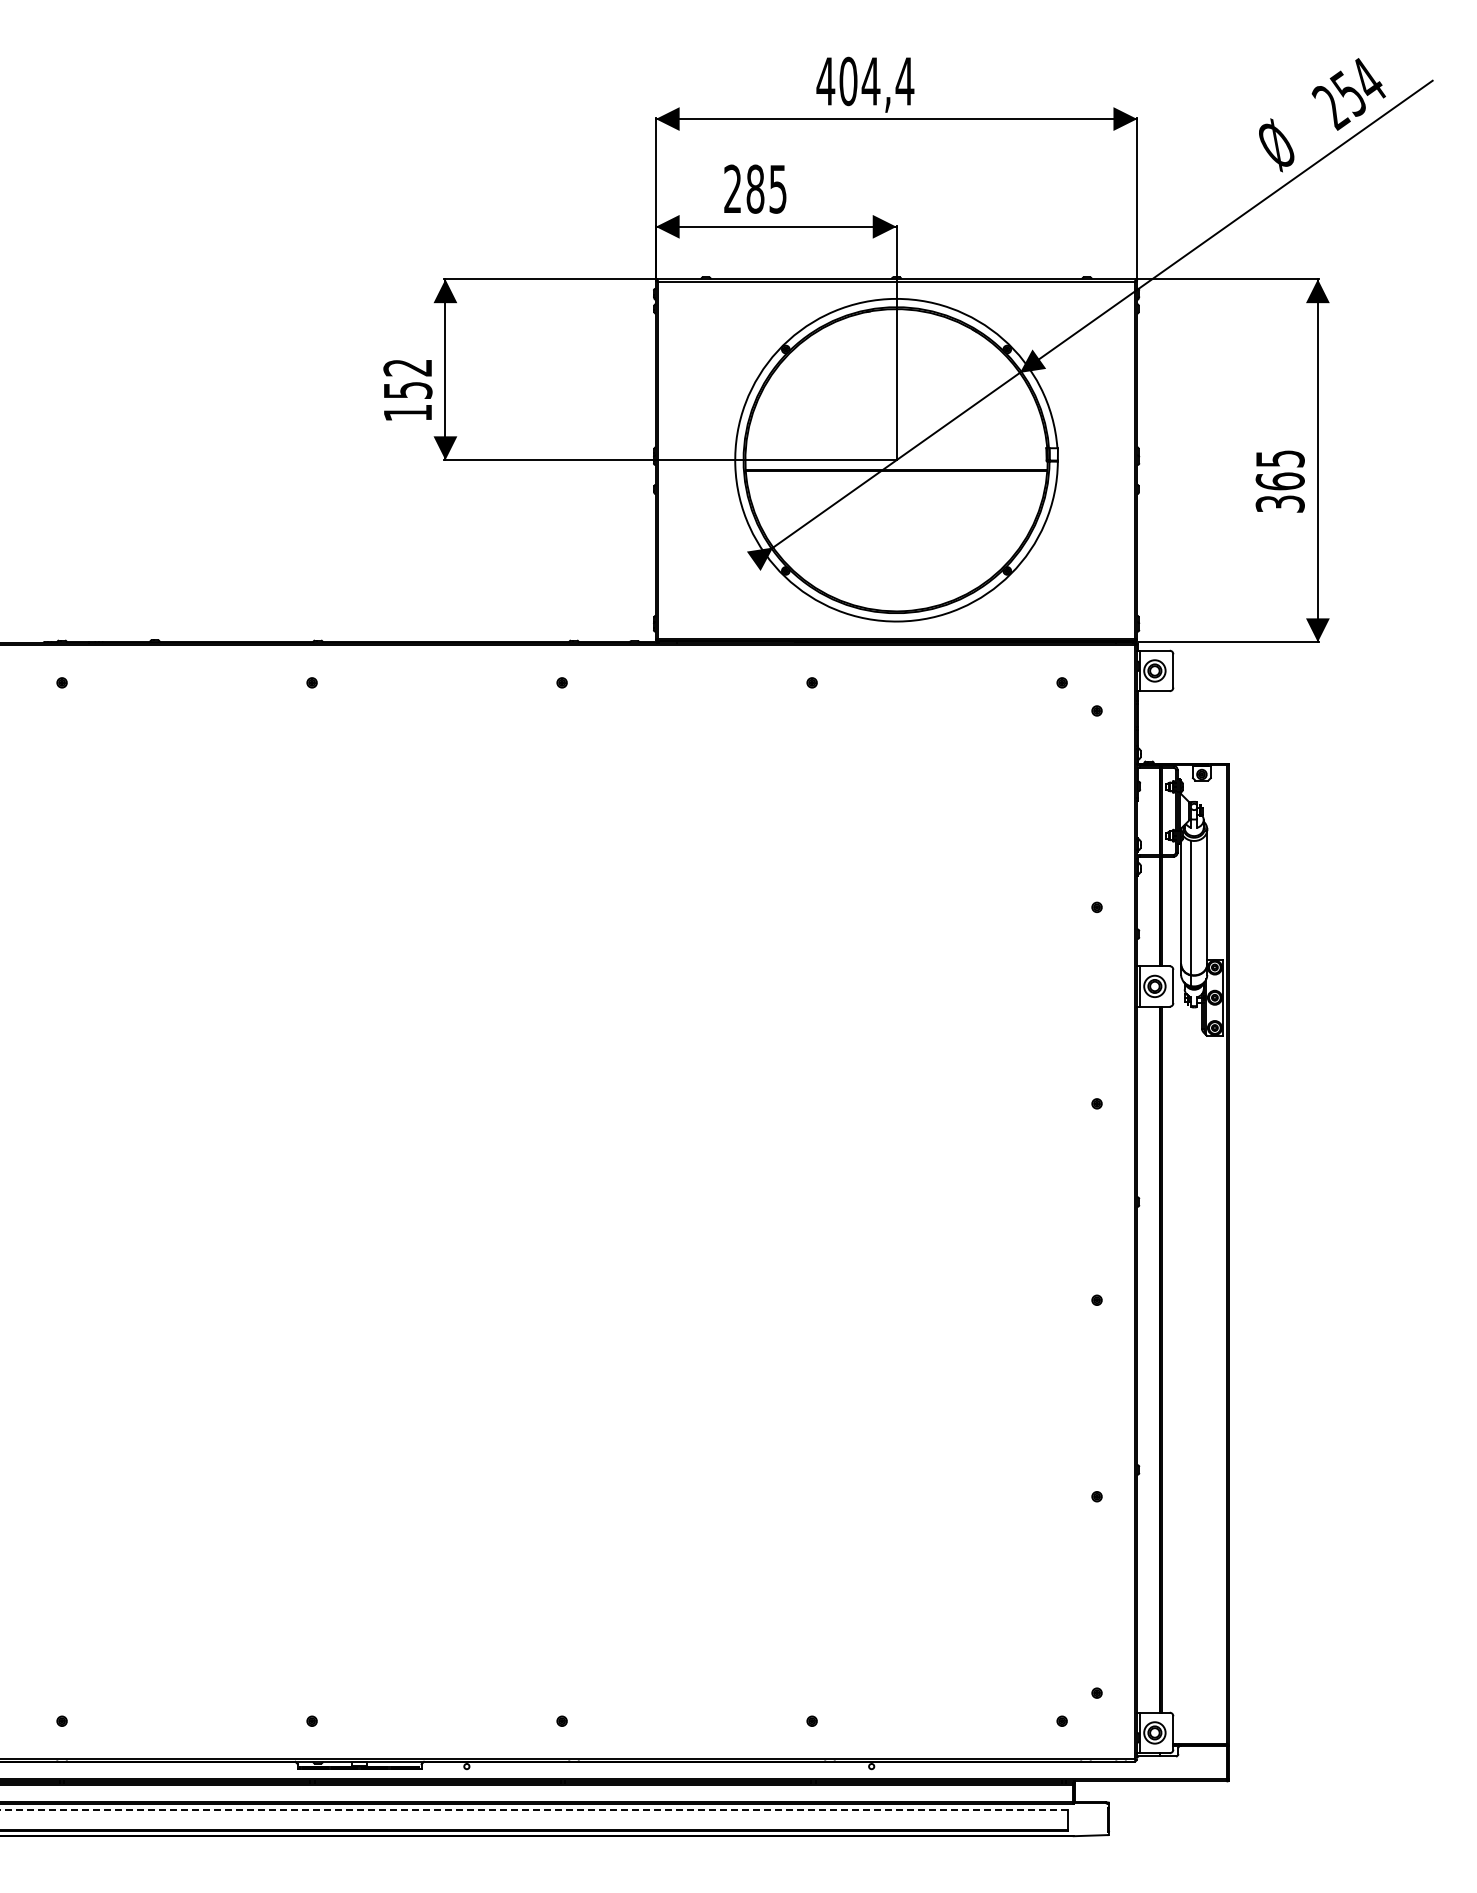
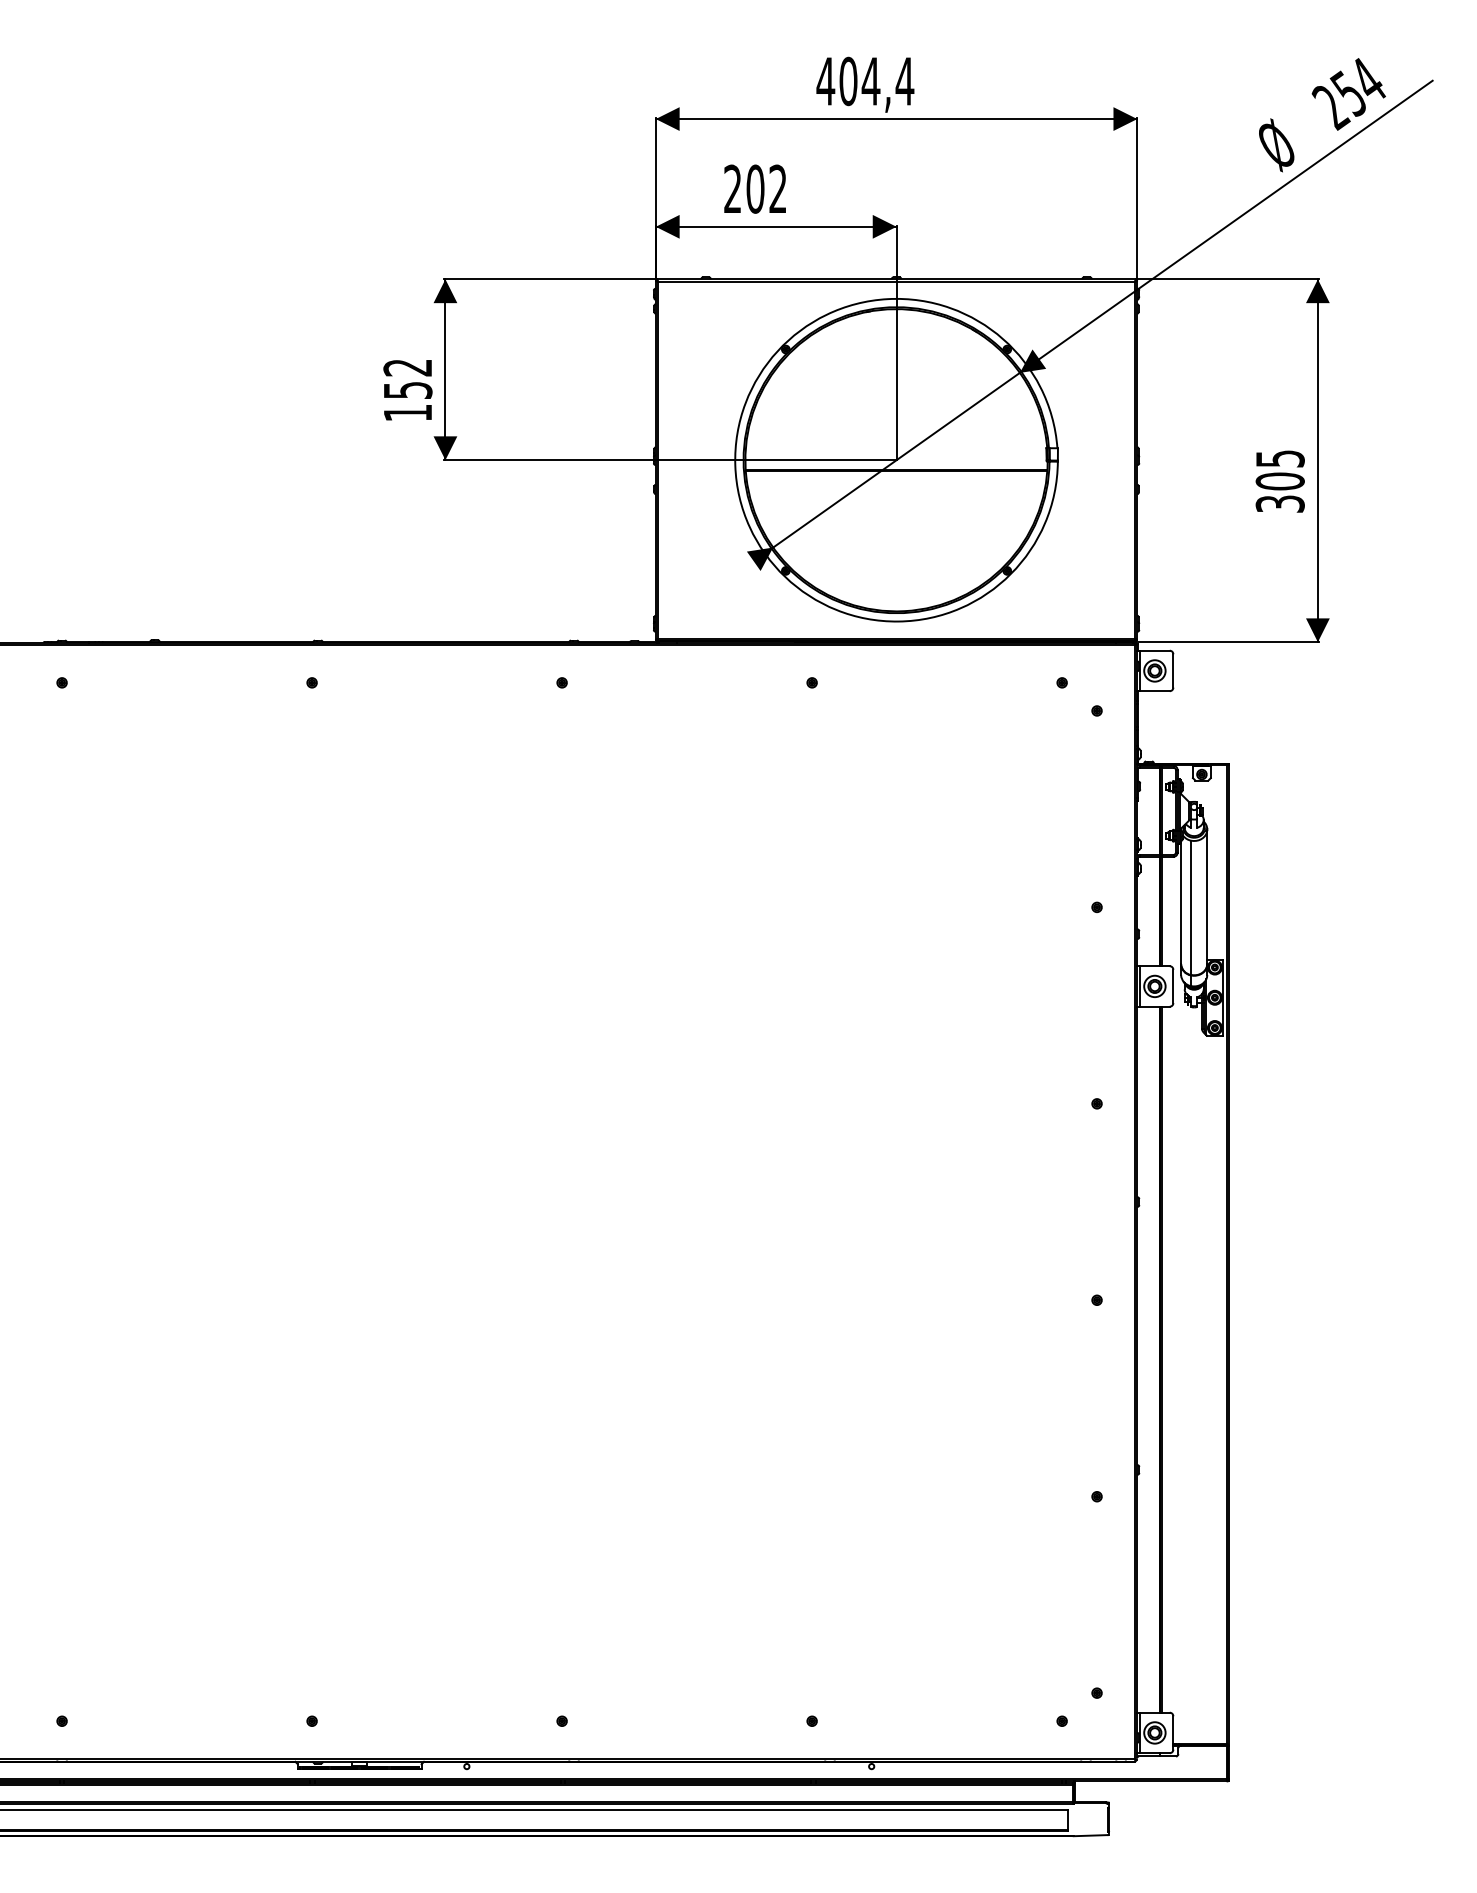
text at (766, 188): 285 -> 202
text at (1279, 481): 365 -> 305
line at (533, 1809): dashed -> solid
